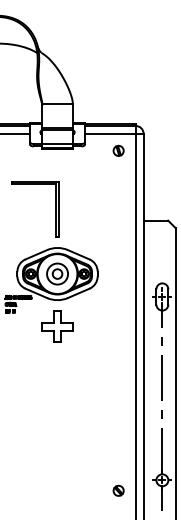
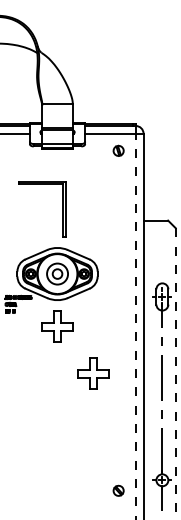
part at (55, 209) position: (55, 209) -> (62, 209)
line at (135, 326): solid -> dashed
part at (93, 373): none -> present
line at (175, 374): solid -> dashed
